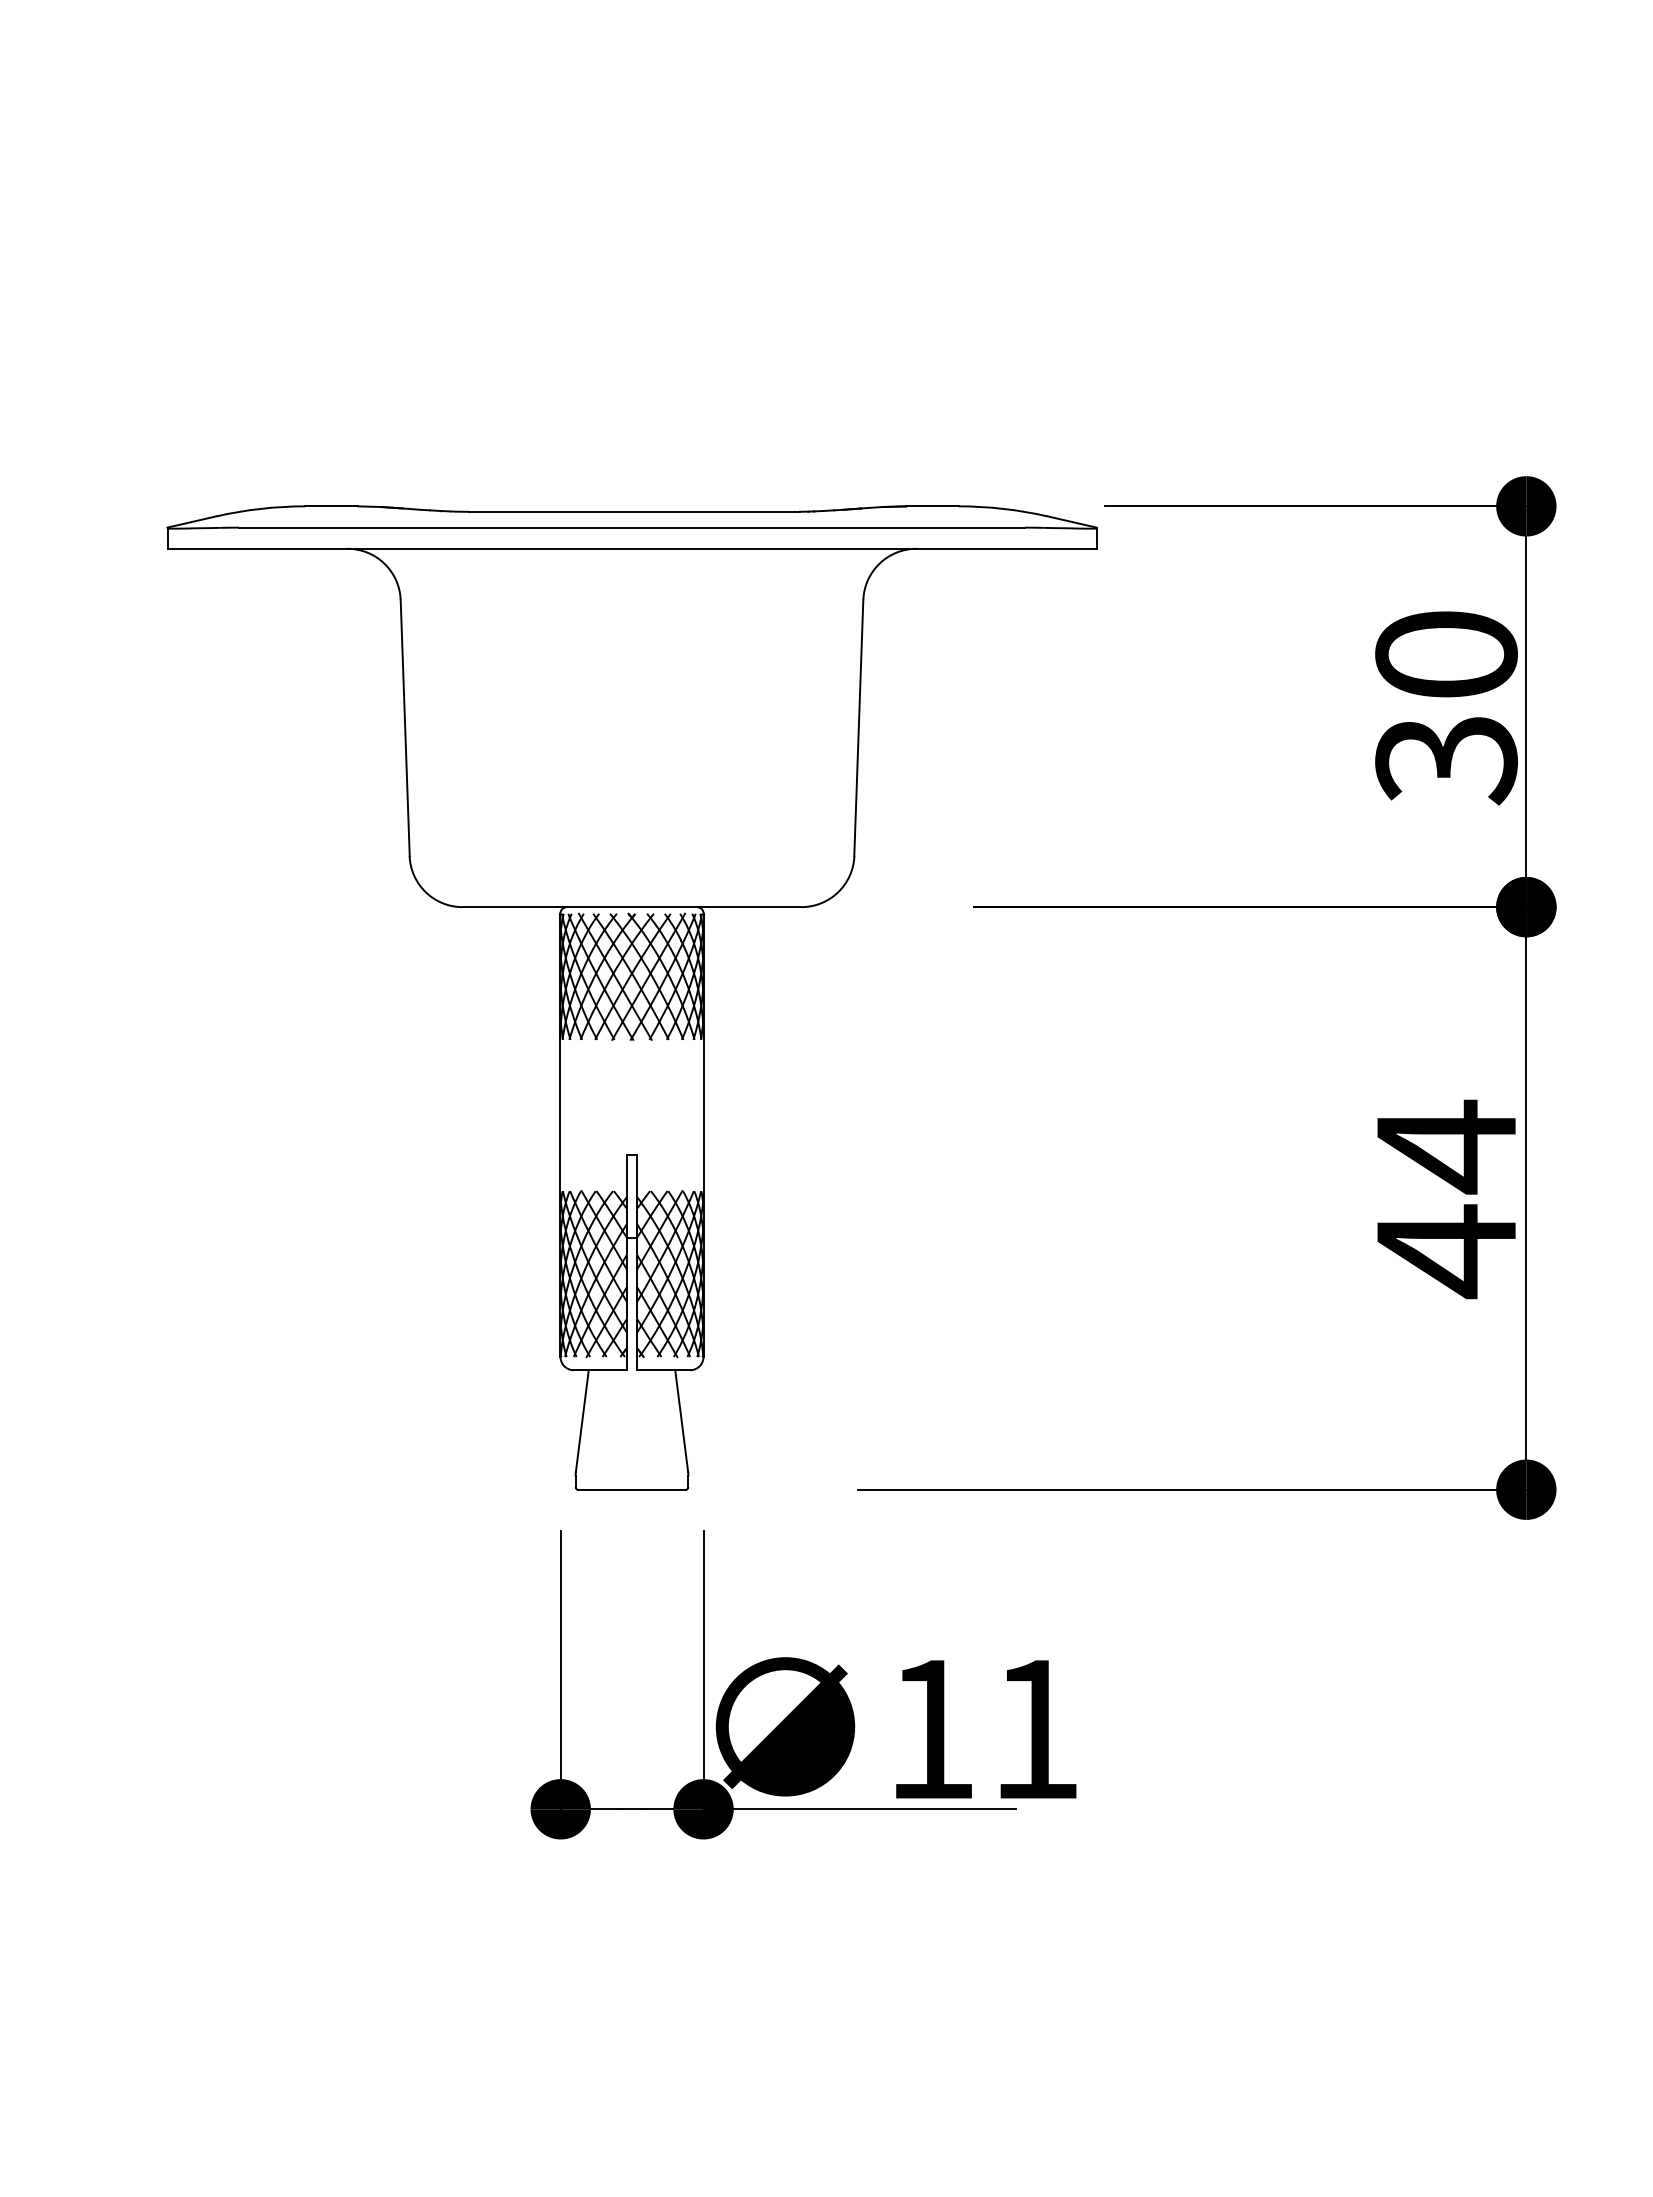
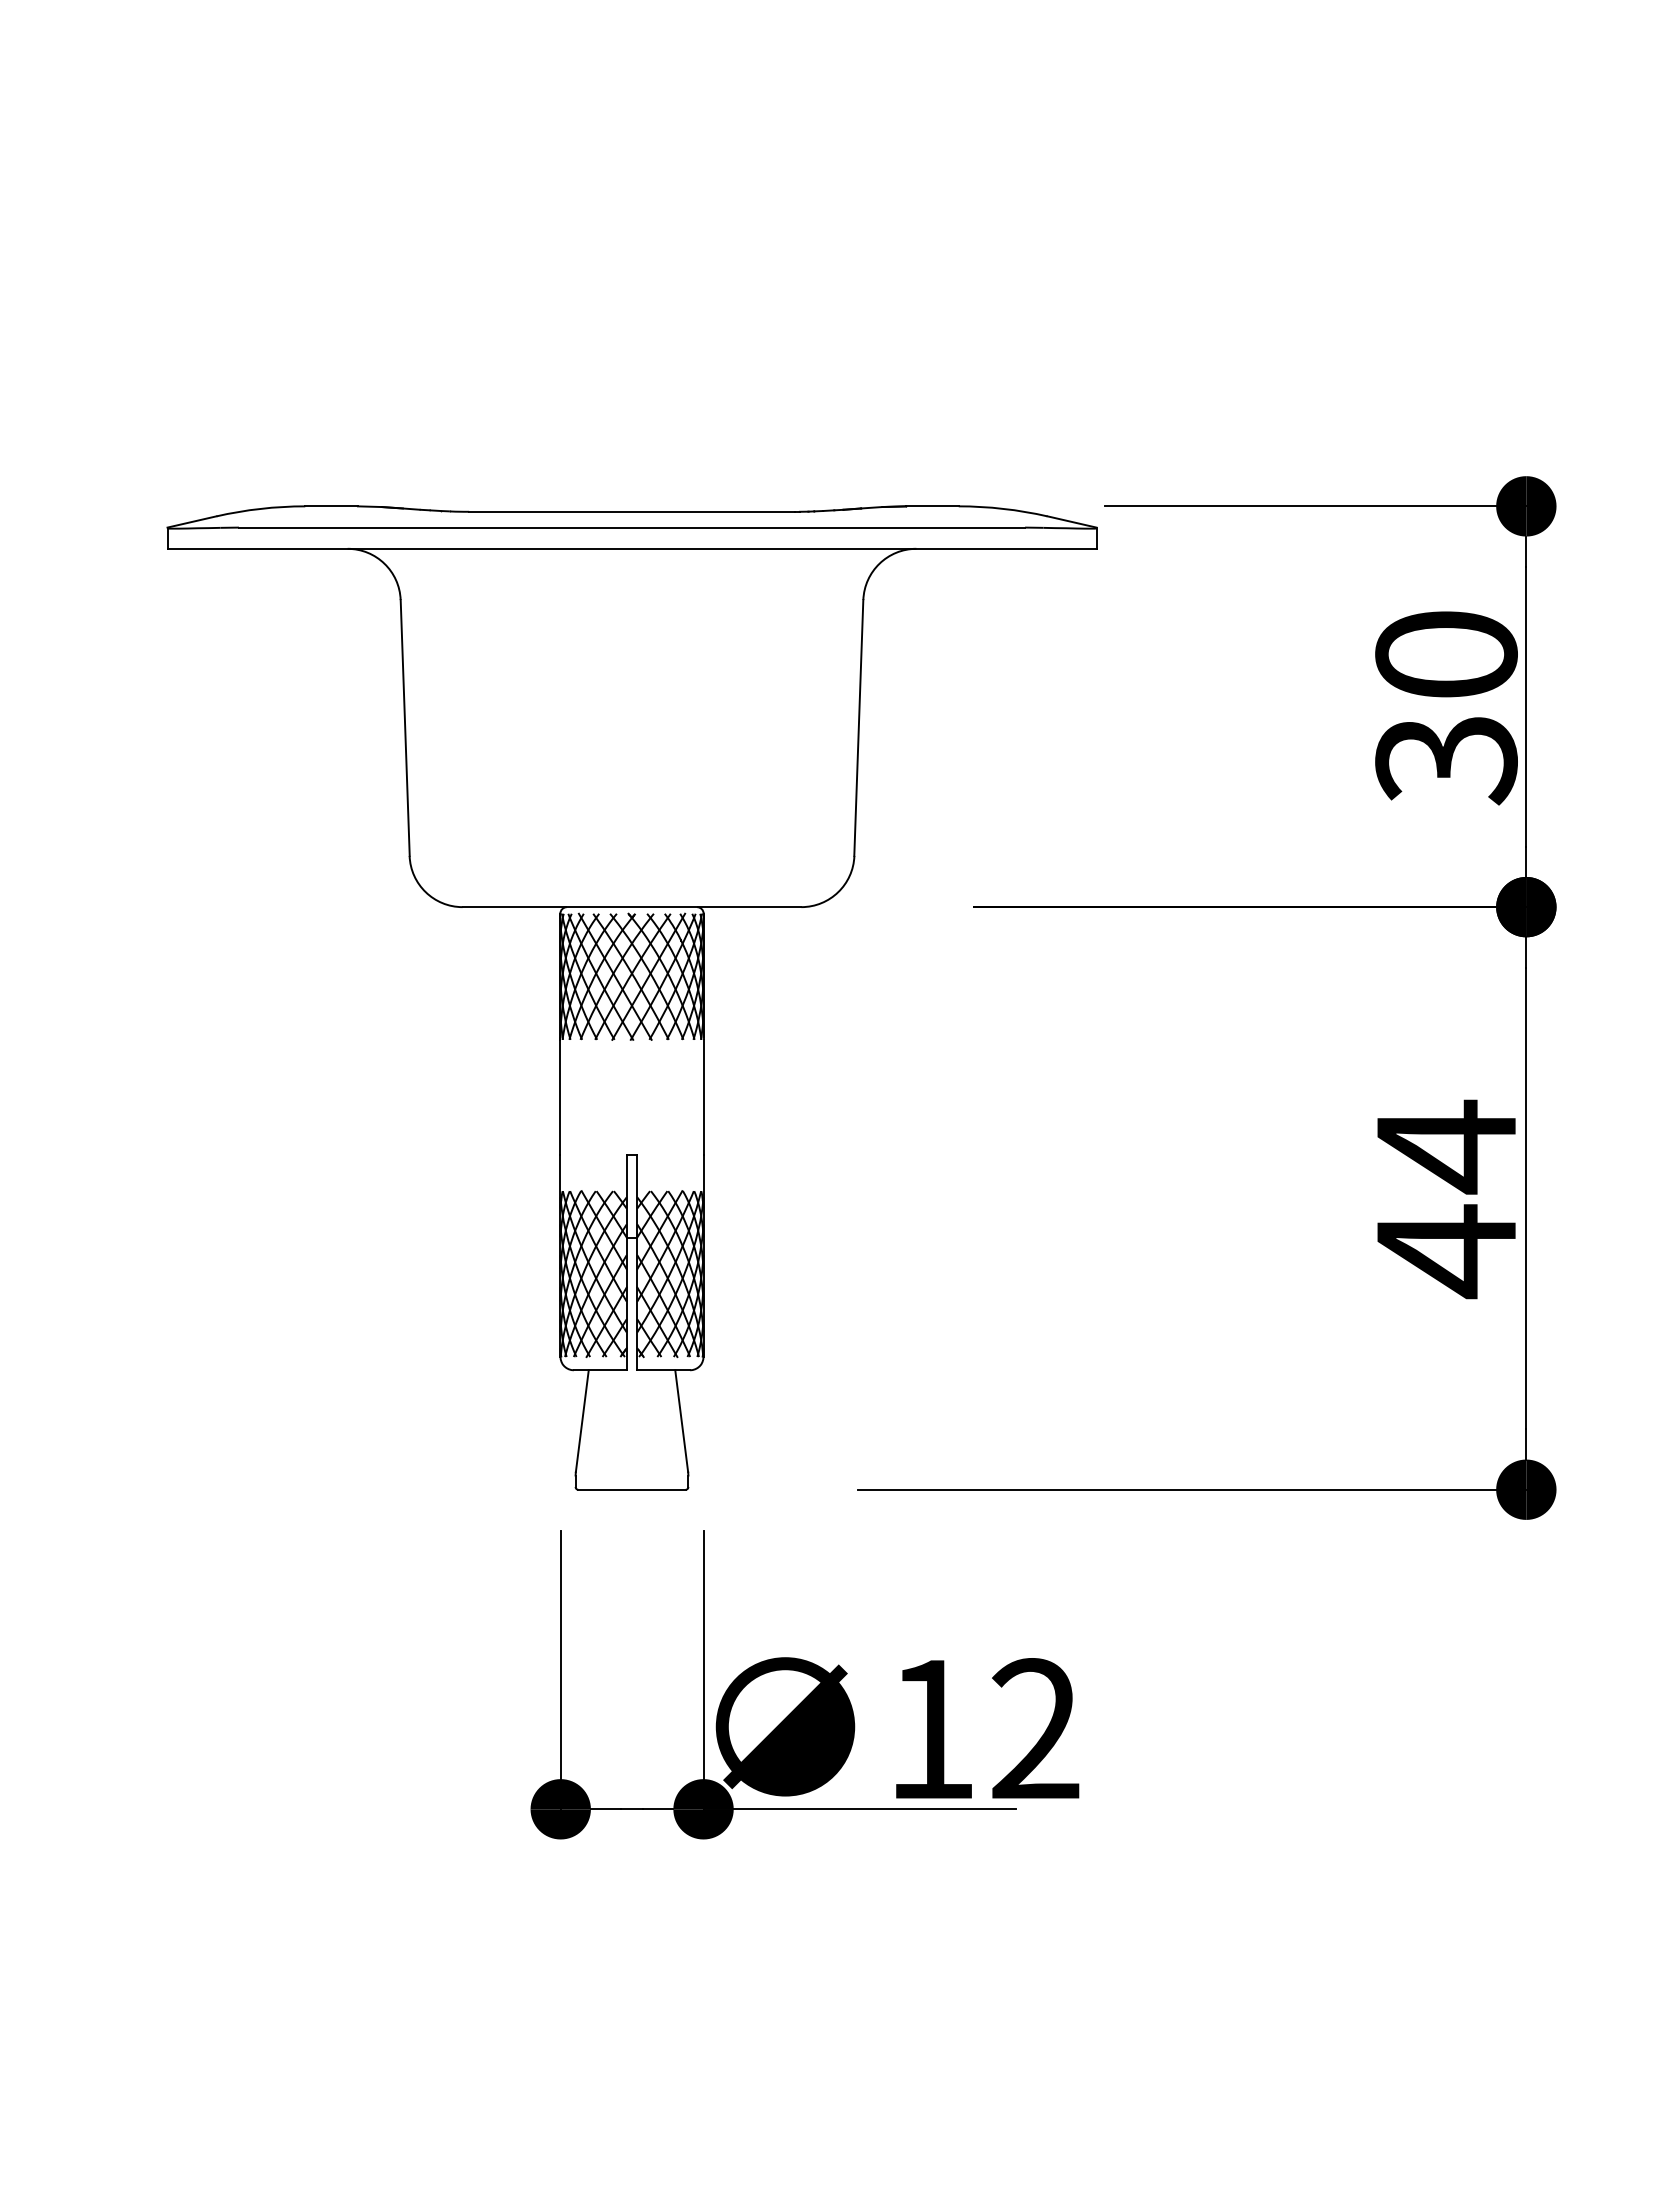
text at (1035, 1728): 11 -> 12
